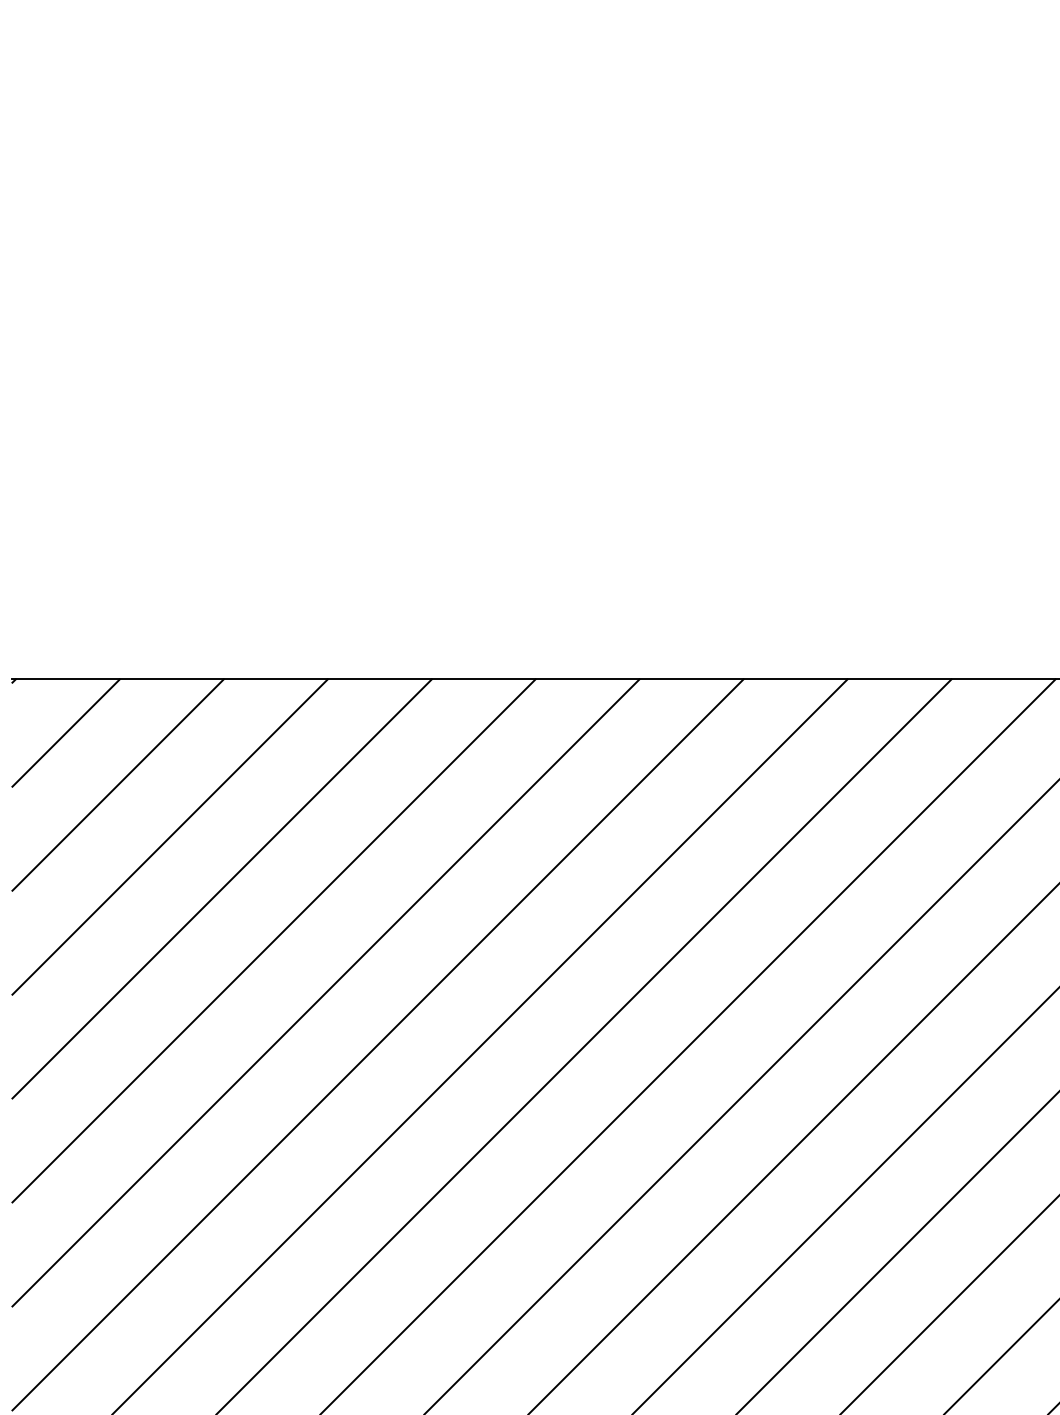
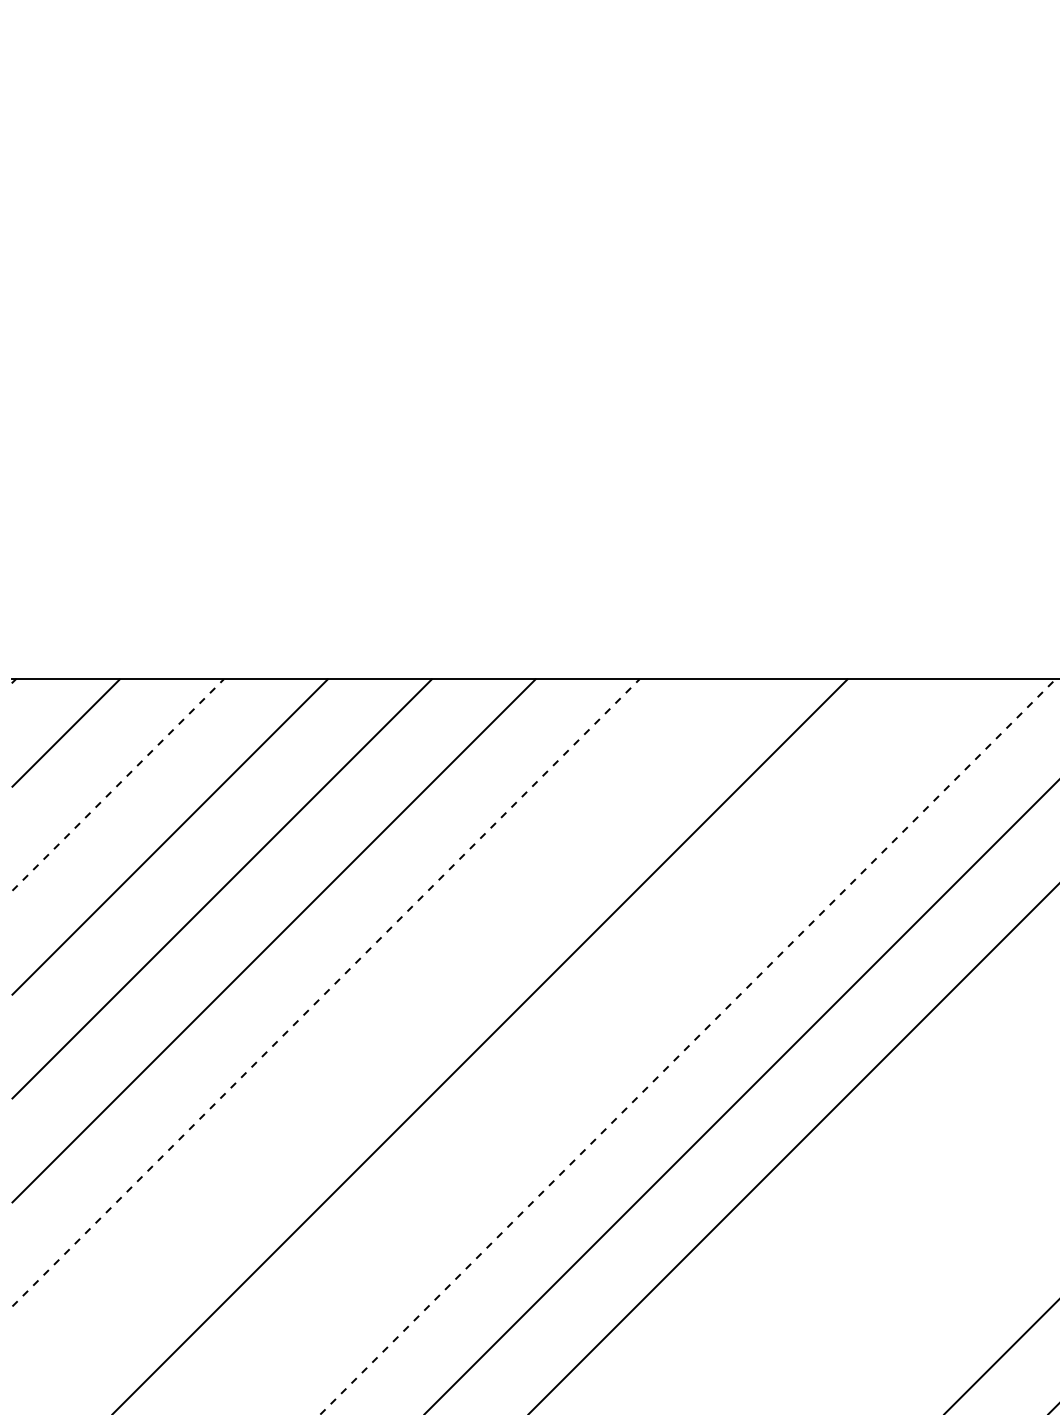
line at (118, 784): solid -> dashed
line at (326, 992): solid -> dashed
line at (377, 1044): present -> none
line at (585, 1045): present -> none
line at (687, 1046): solid -> dashed
line at (845, 1200): present -> none
line at (897, 1252): present -> none
line at (949, 1304): present -> none
